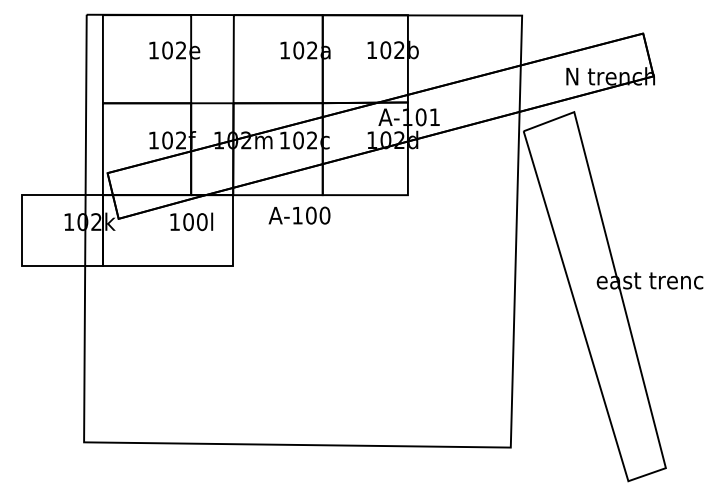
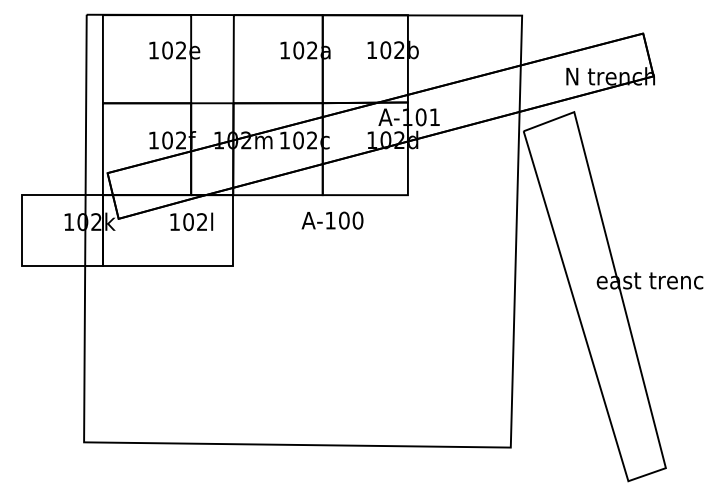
text at (299, 215) position: (299, 215) -> (332, 220)
text at (202, 222): 100l -> 102l
